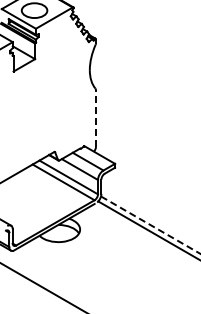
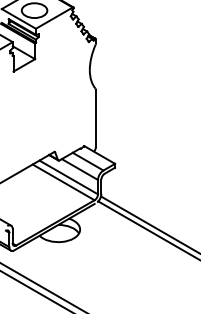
line at (95, 118): dashed -> solid
line at (151, 225): dashed -> solid
line at (35, 290): none -> present
